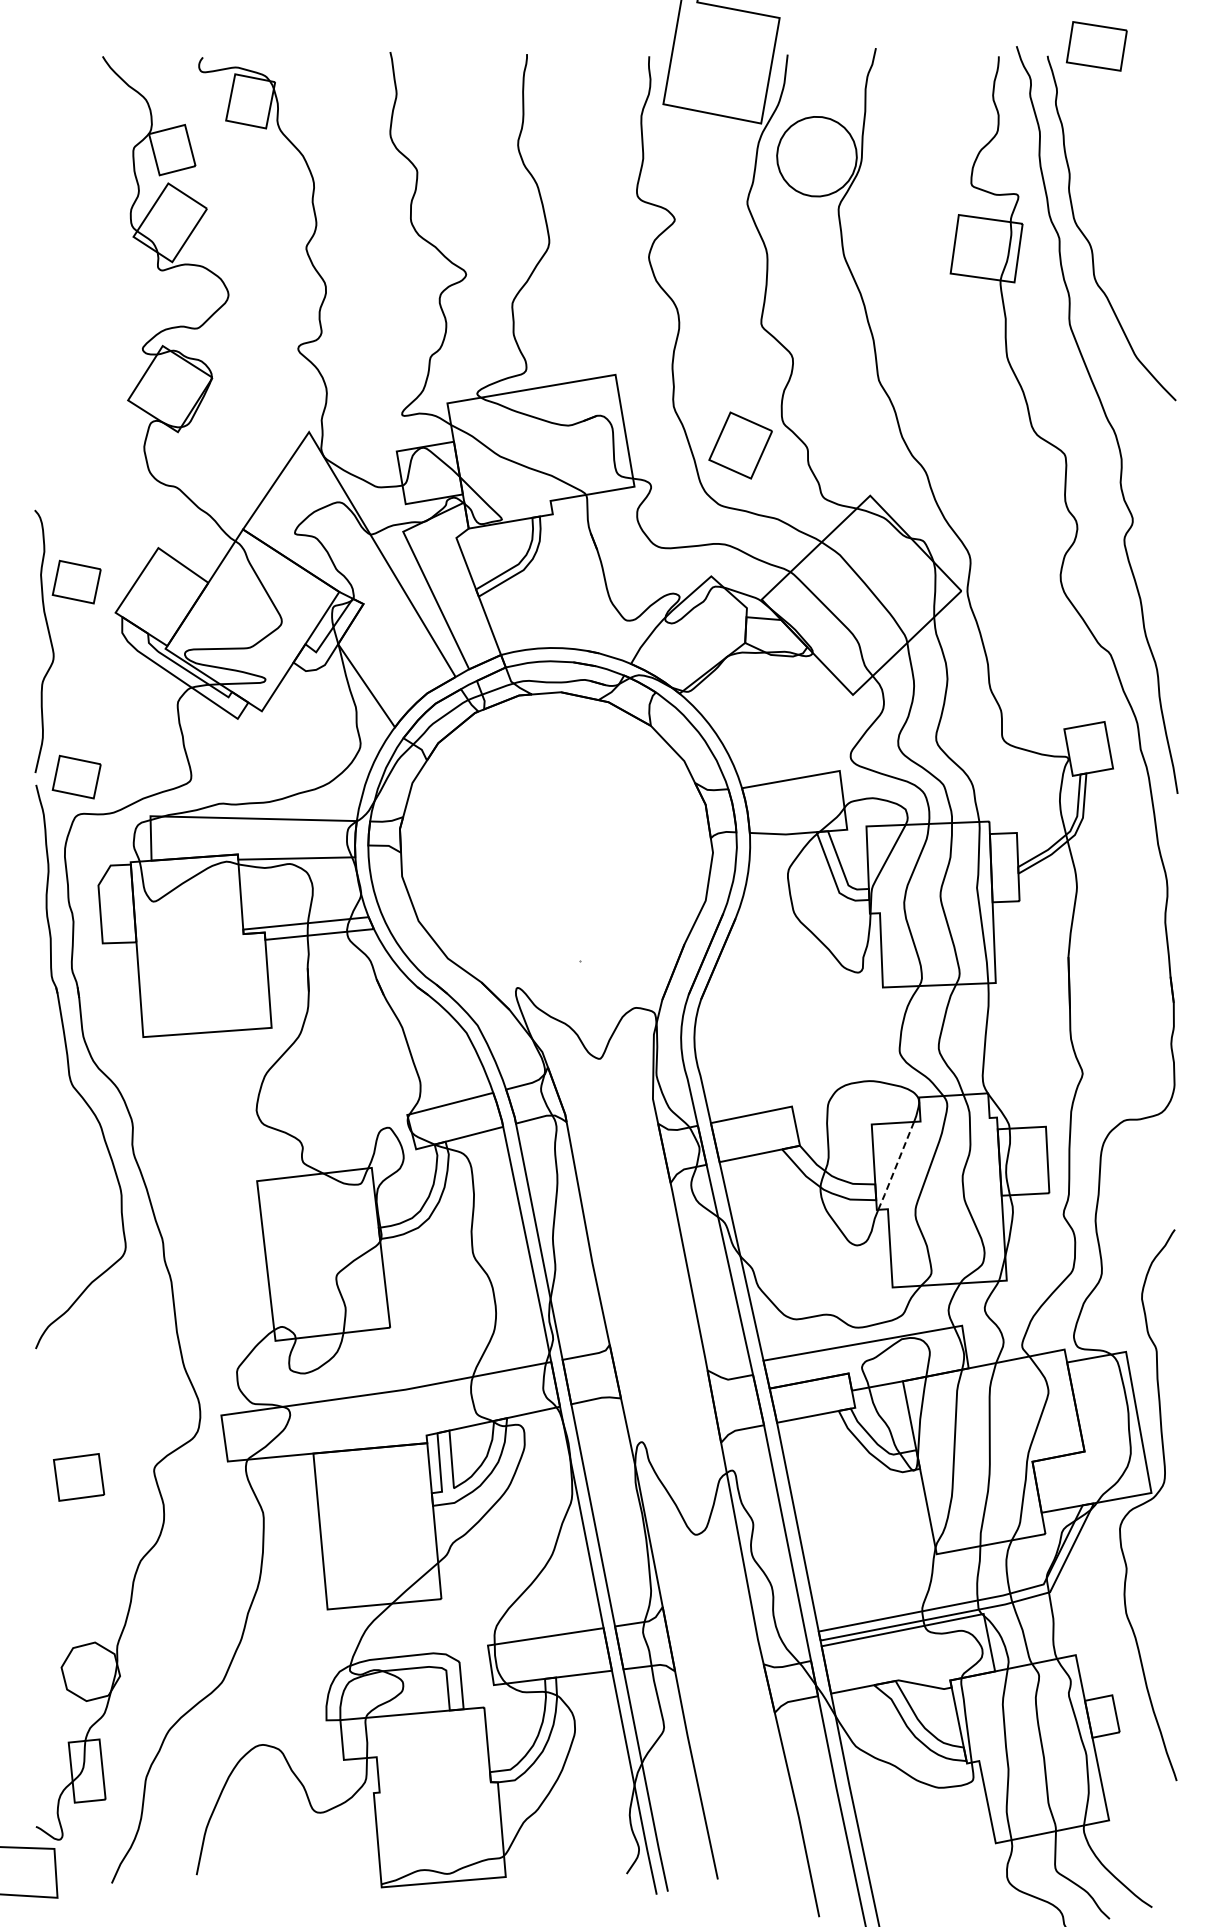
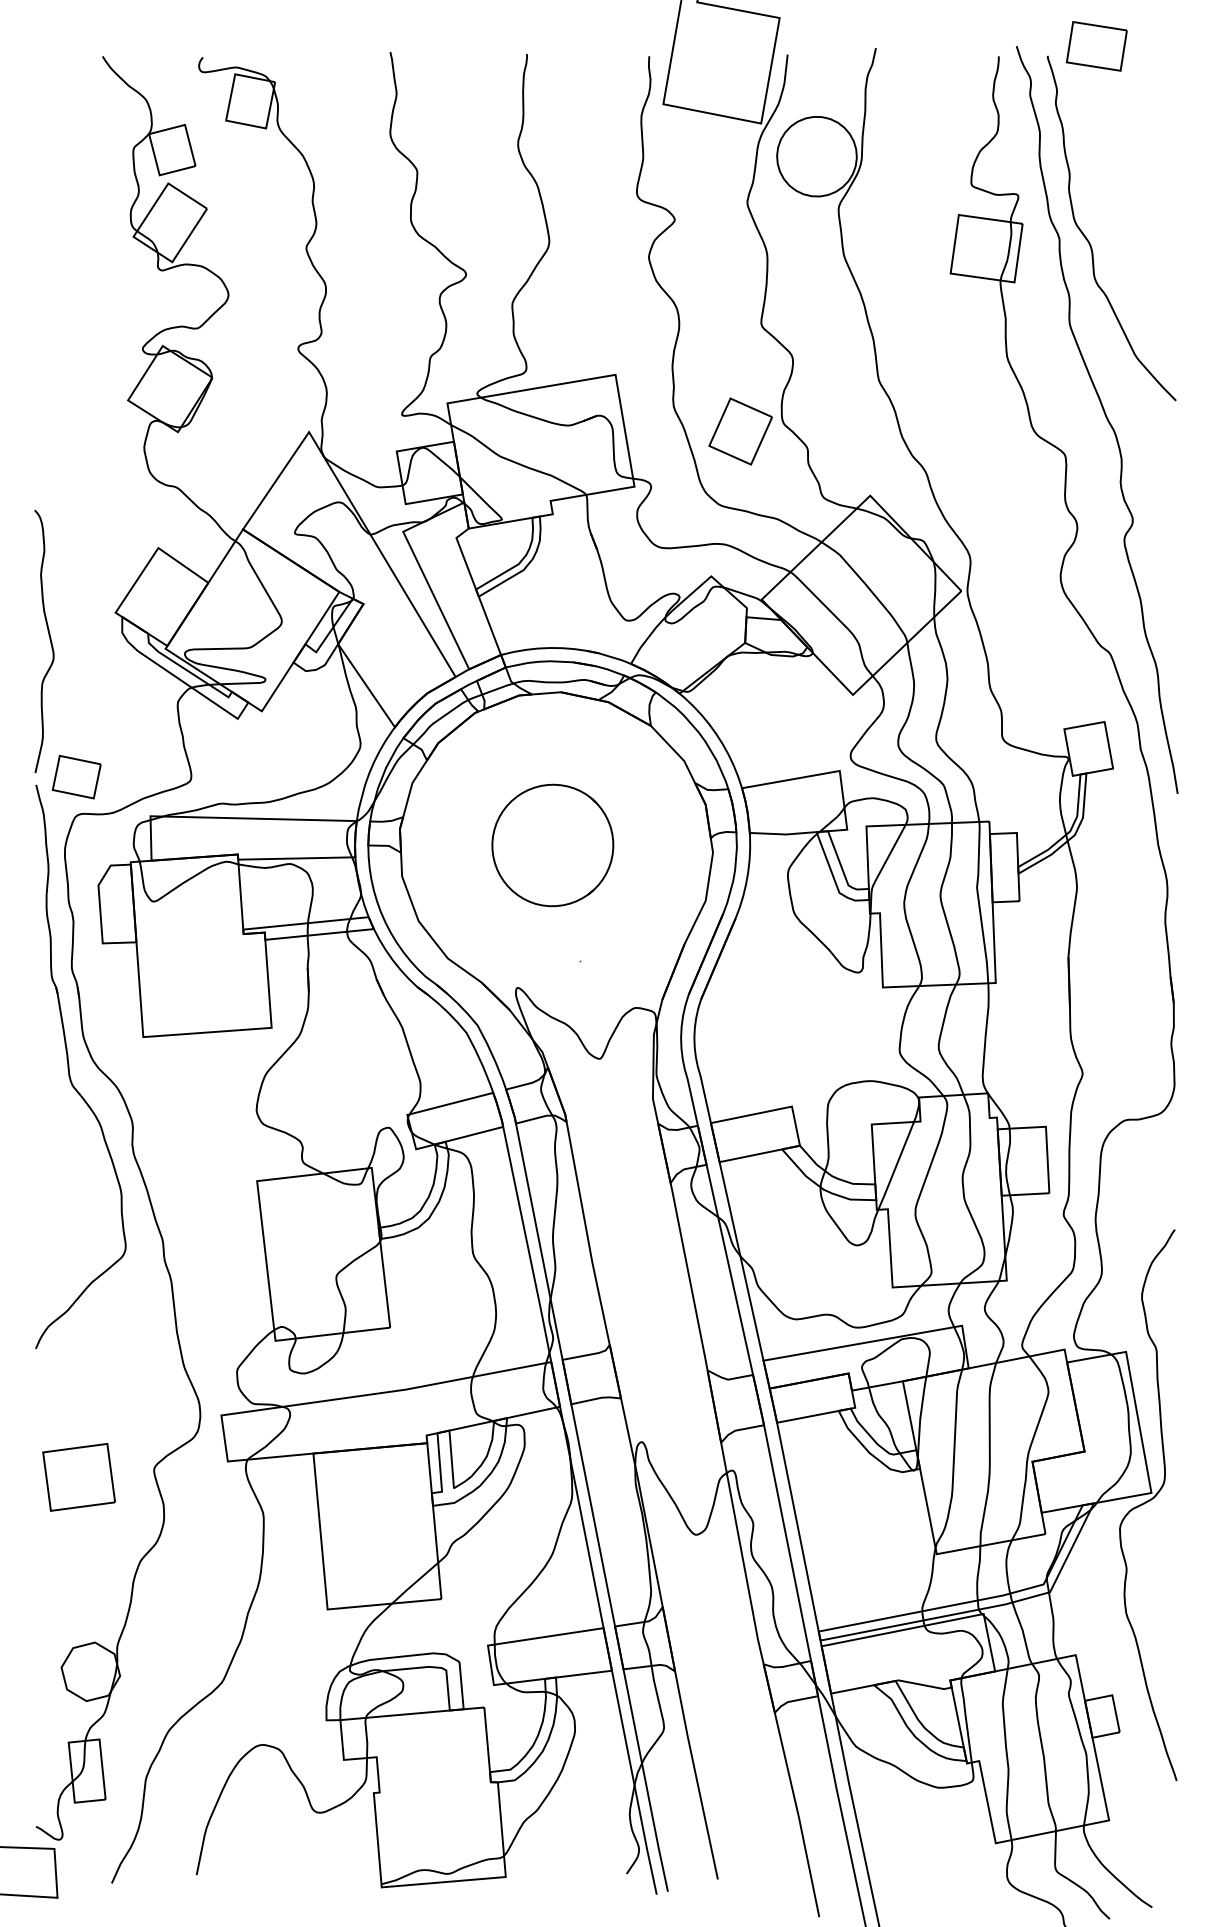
part at (740, 445) position: (740, 445) -> (740, 431)
part at (76, 581): present -> none
part at (552, 845): none -> present
line at (895, 1166): dashed -> solid
part at (79, 1477) size: 53x49 px -> 74x69 px
